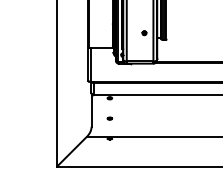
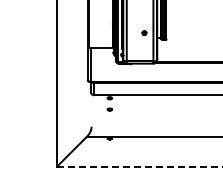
line at (91, 109): present -> none
part at (109, 118) position: (109, 118) -> (109, 109)
line at (139, 166): solid -> dashed
